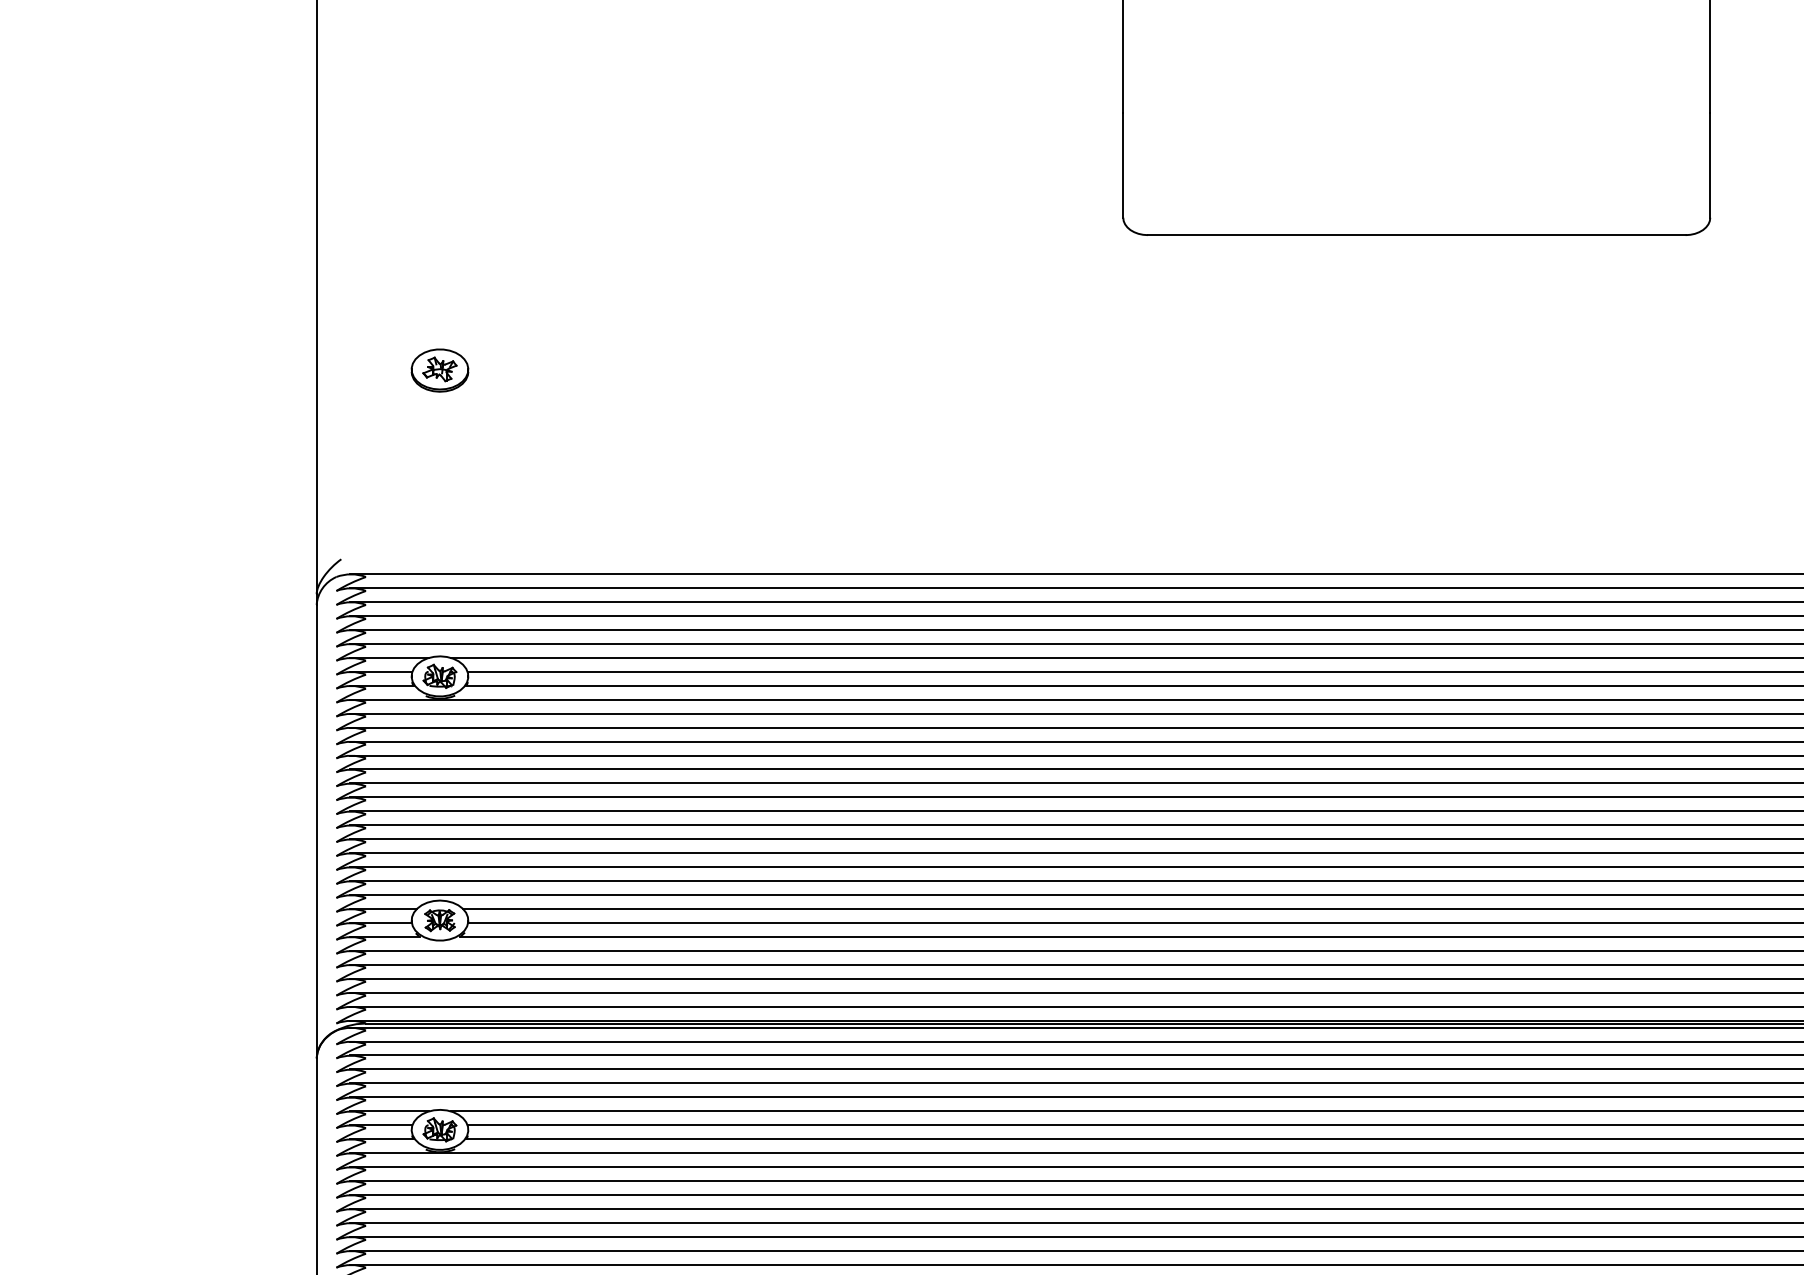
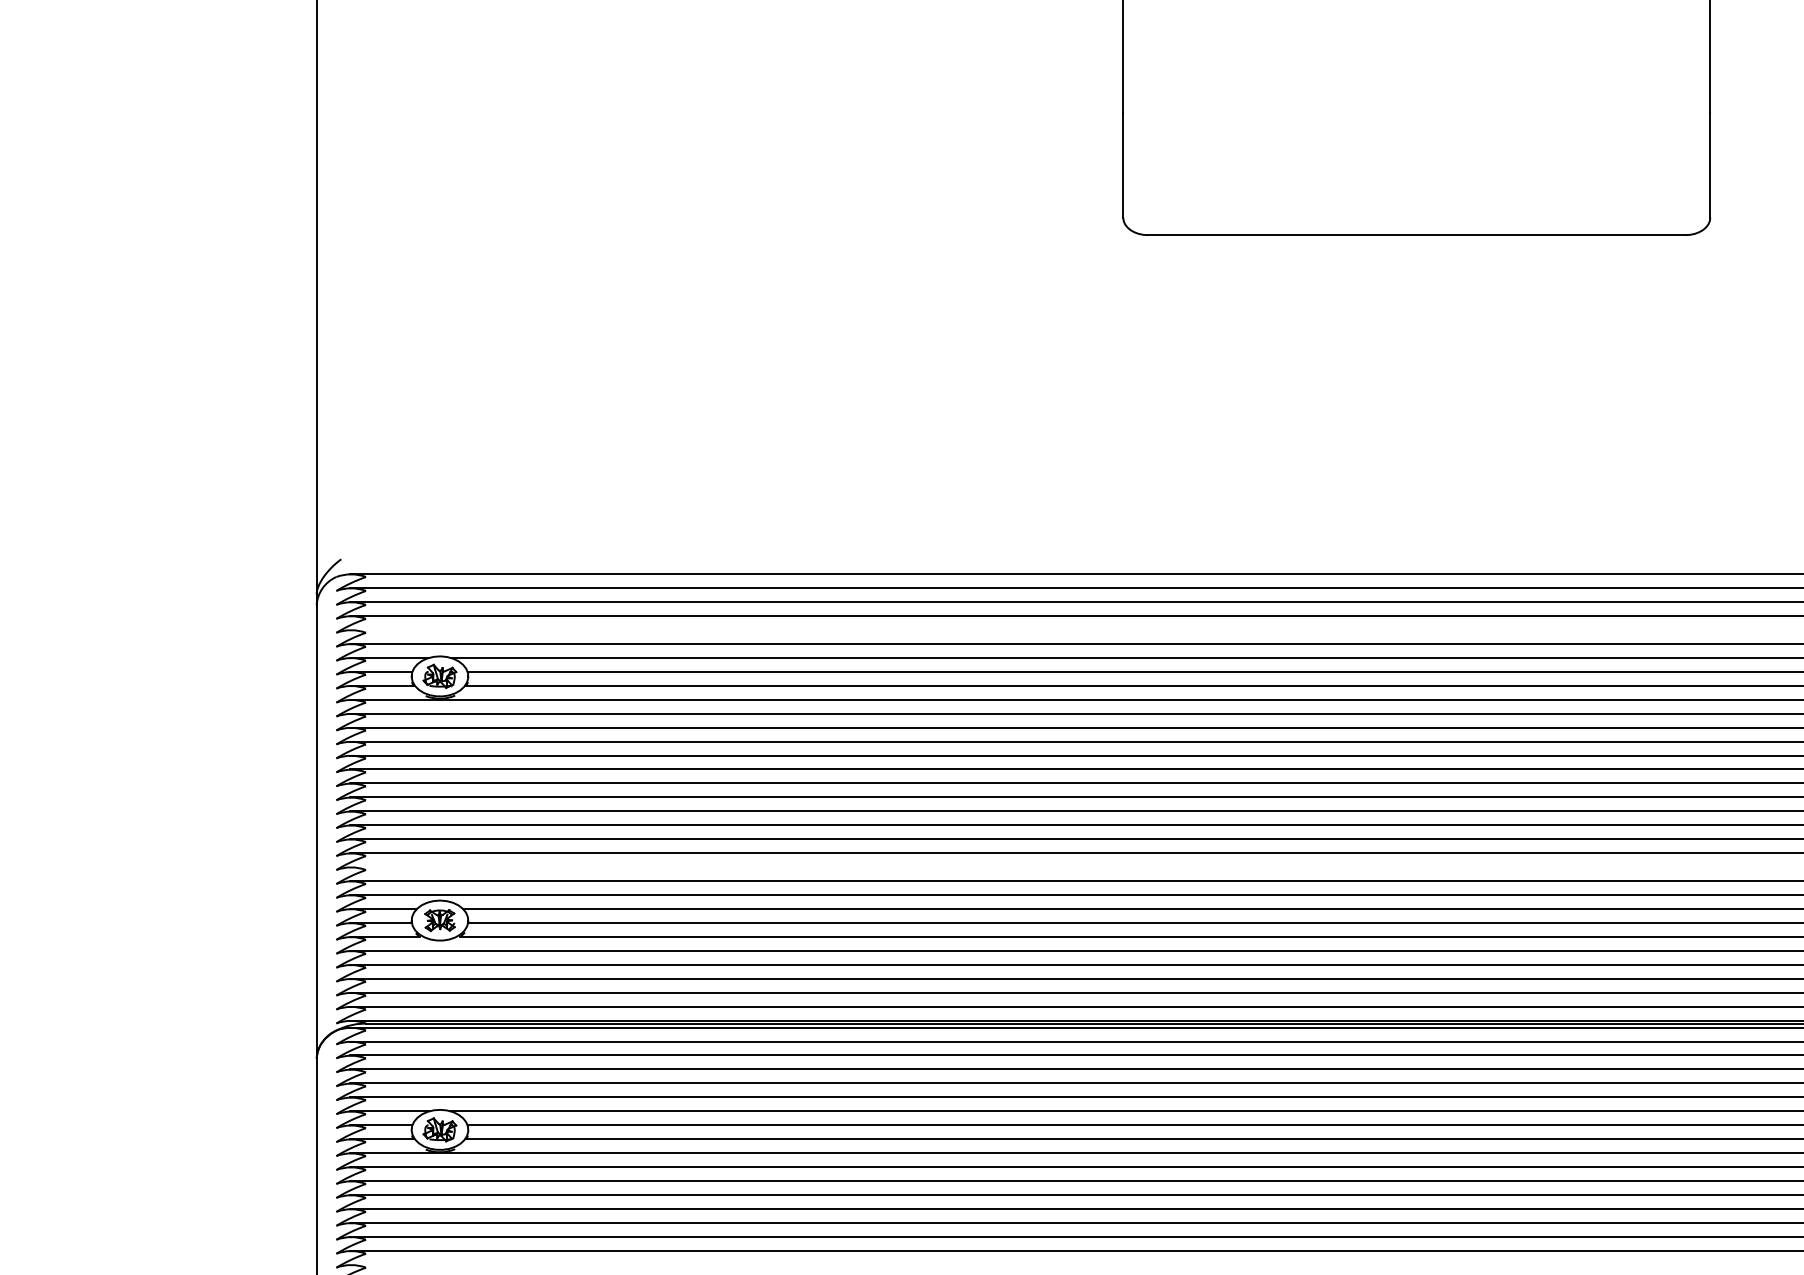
part at (439, 370): present -> none
line at (1074, 629): present -> none
line at (1074, 867): present -> none
line at (1074, 1264): present -> none
